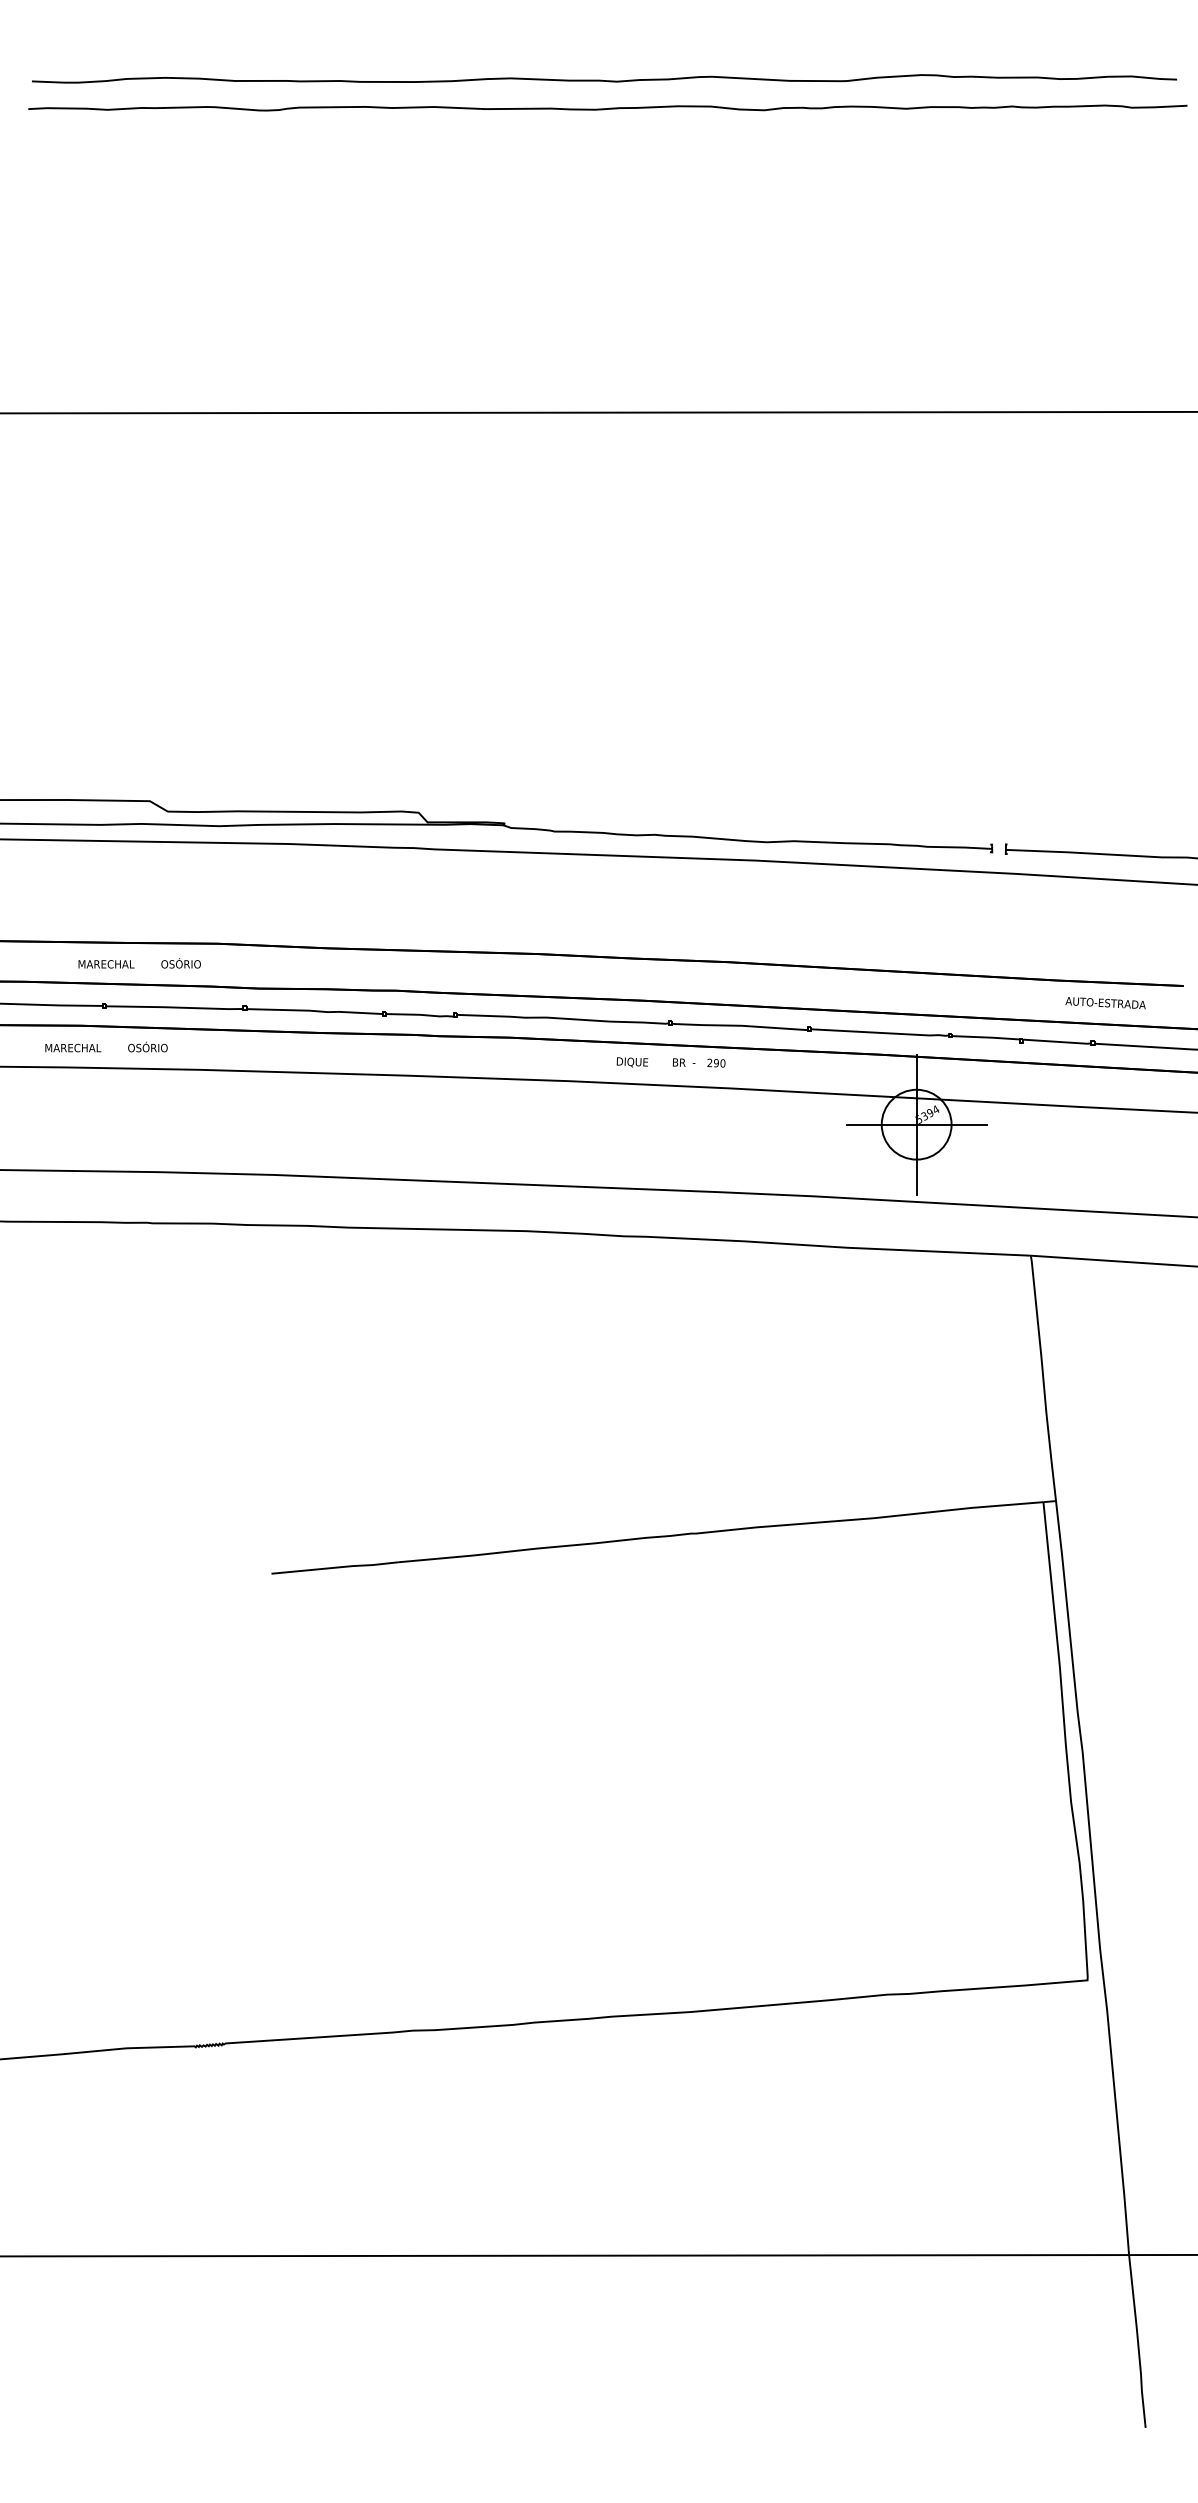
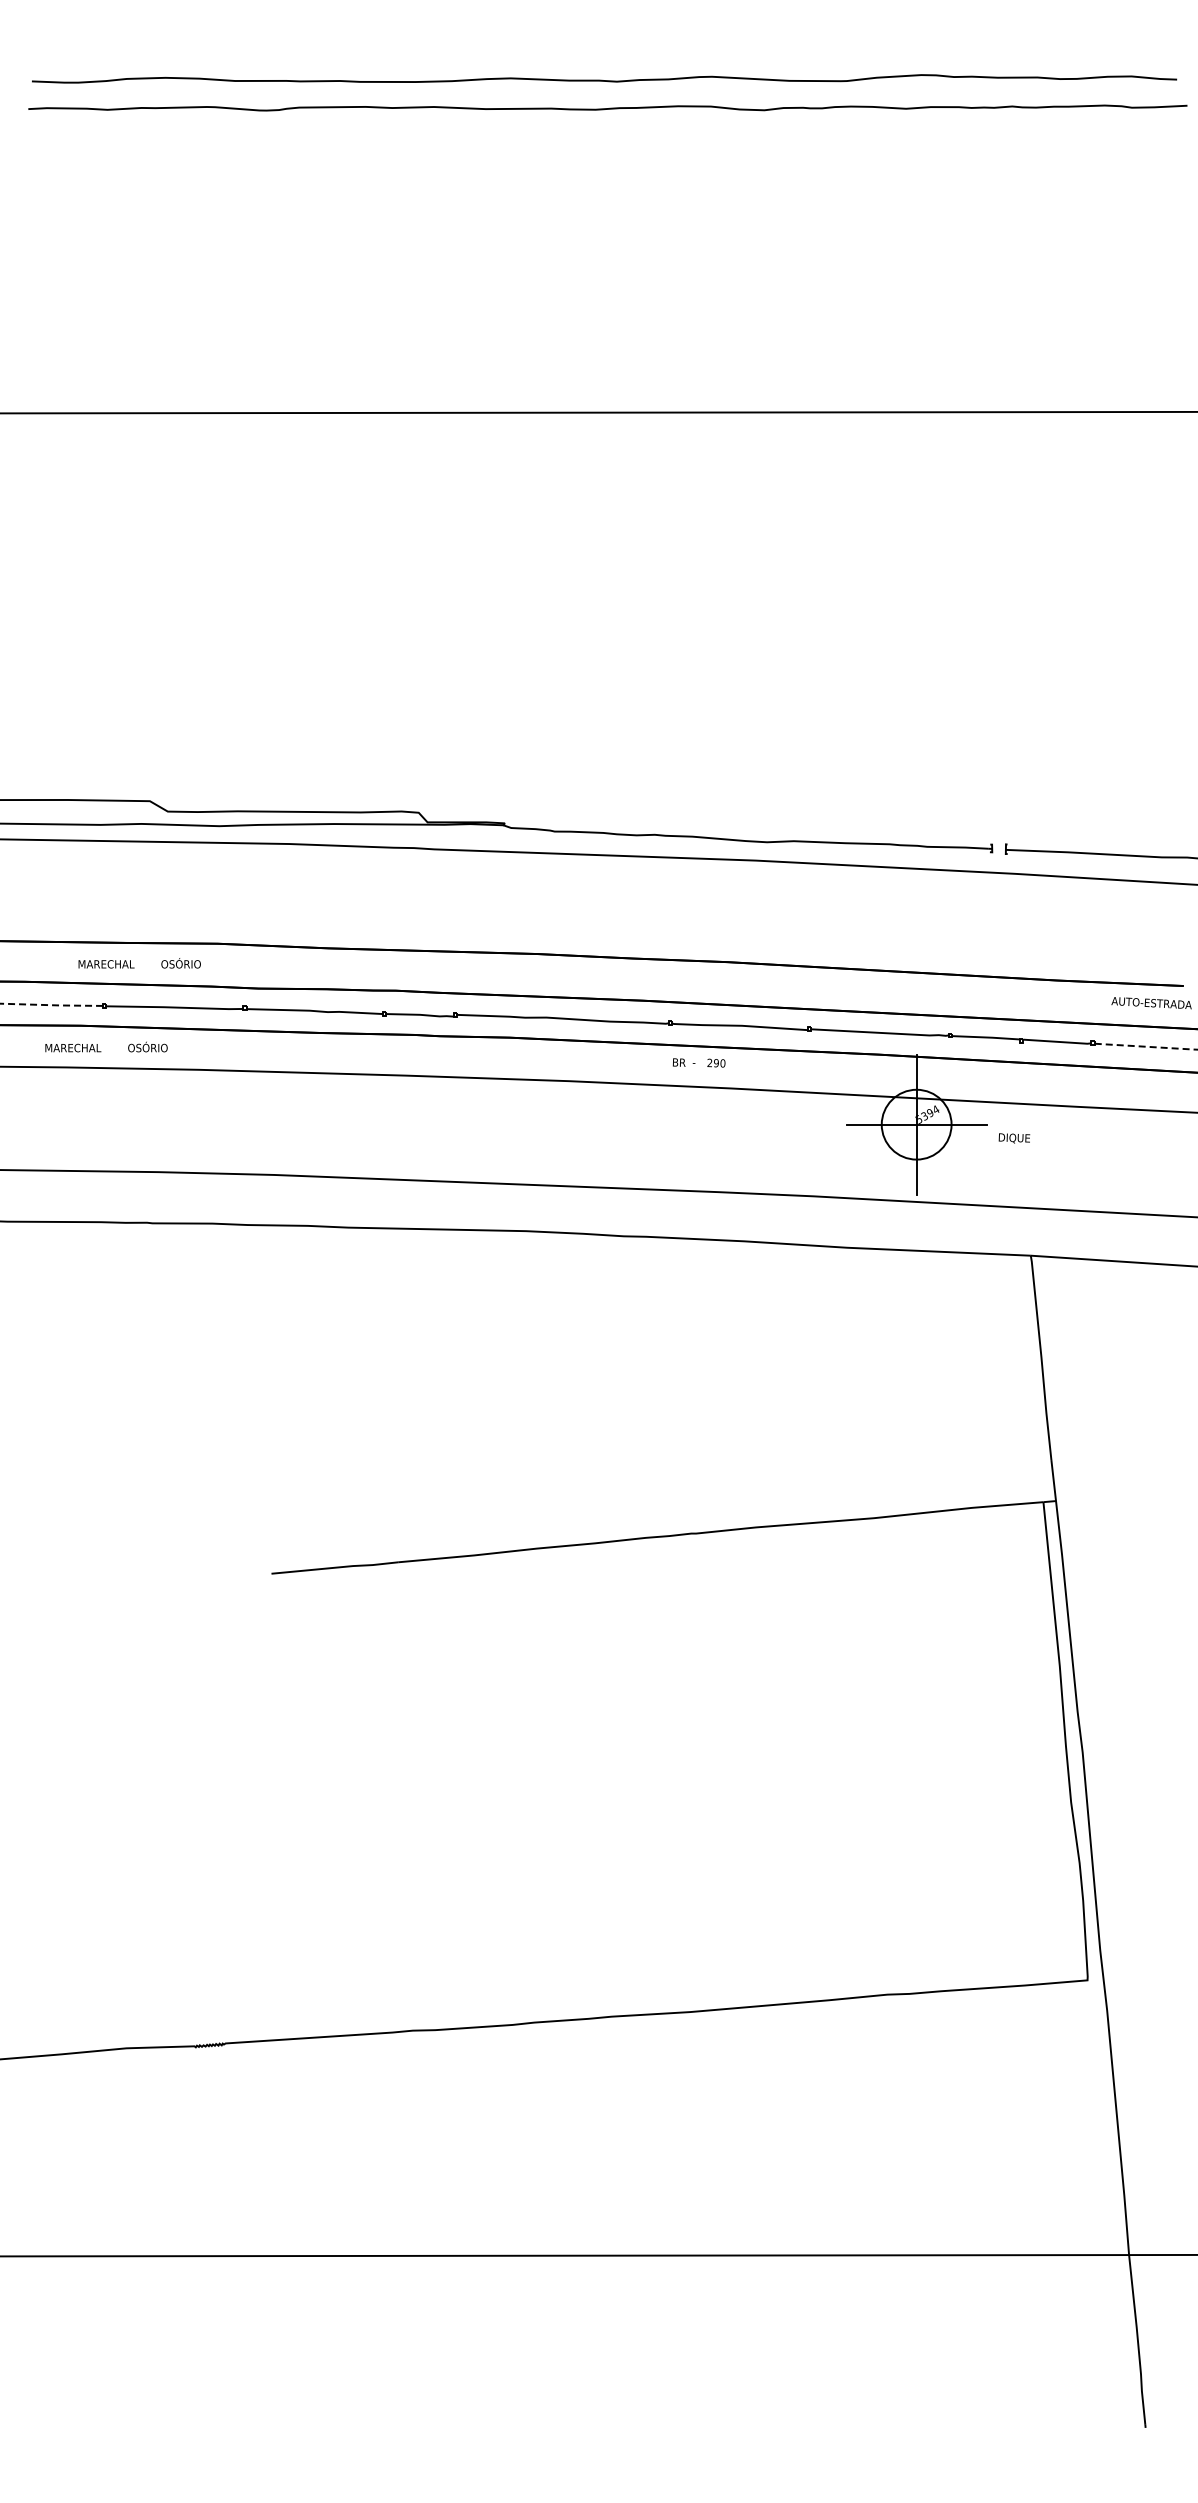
text at (1105, 1003) position: (1105, 1003) -> (1151, 1003)
line at (52, 1005): solid -> dashed
line at (1146, 1046): solid -> dashed
text at (632, 1062) position: (632, 1062) -> (1014, 1138)
